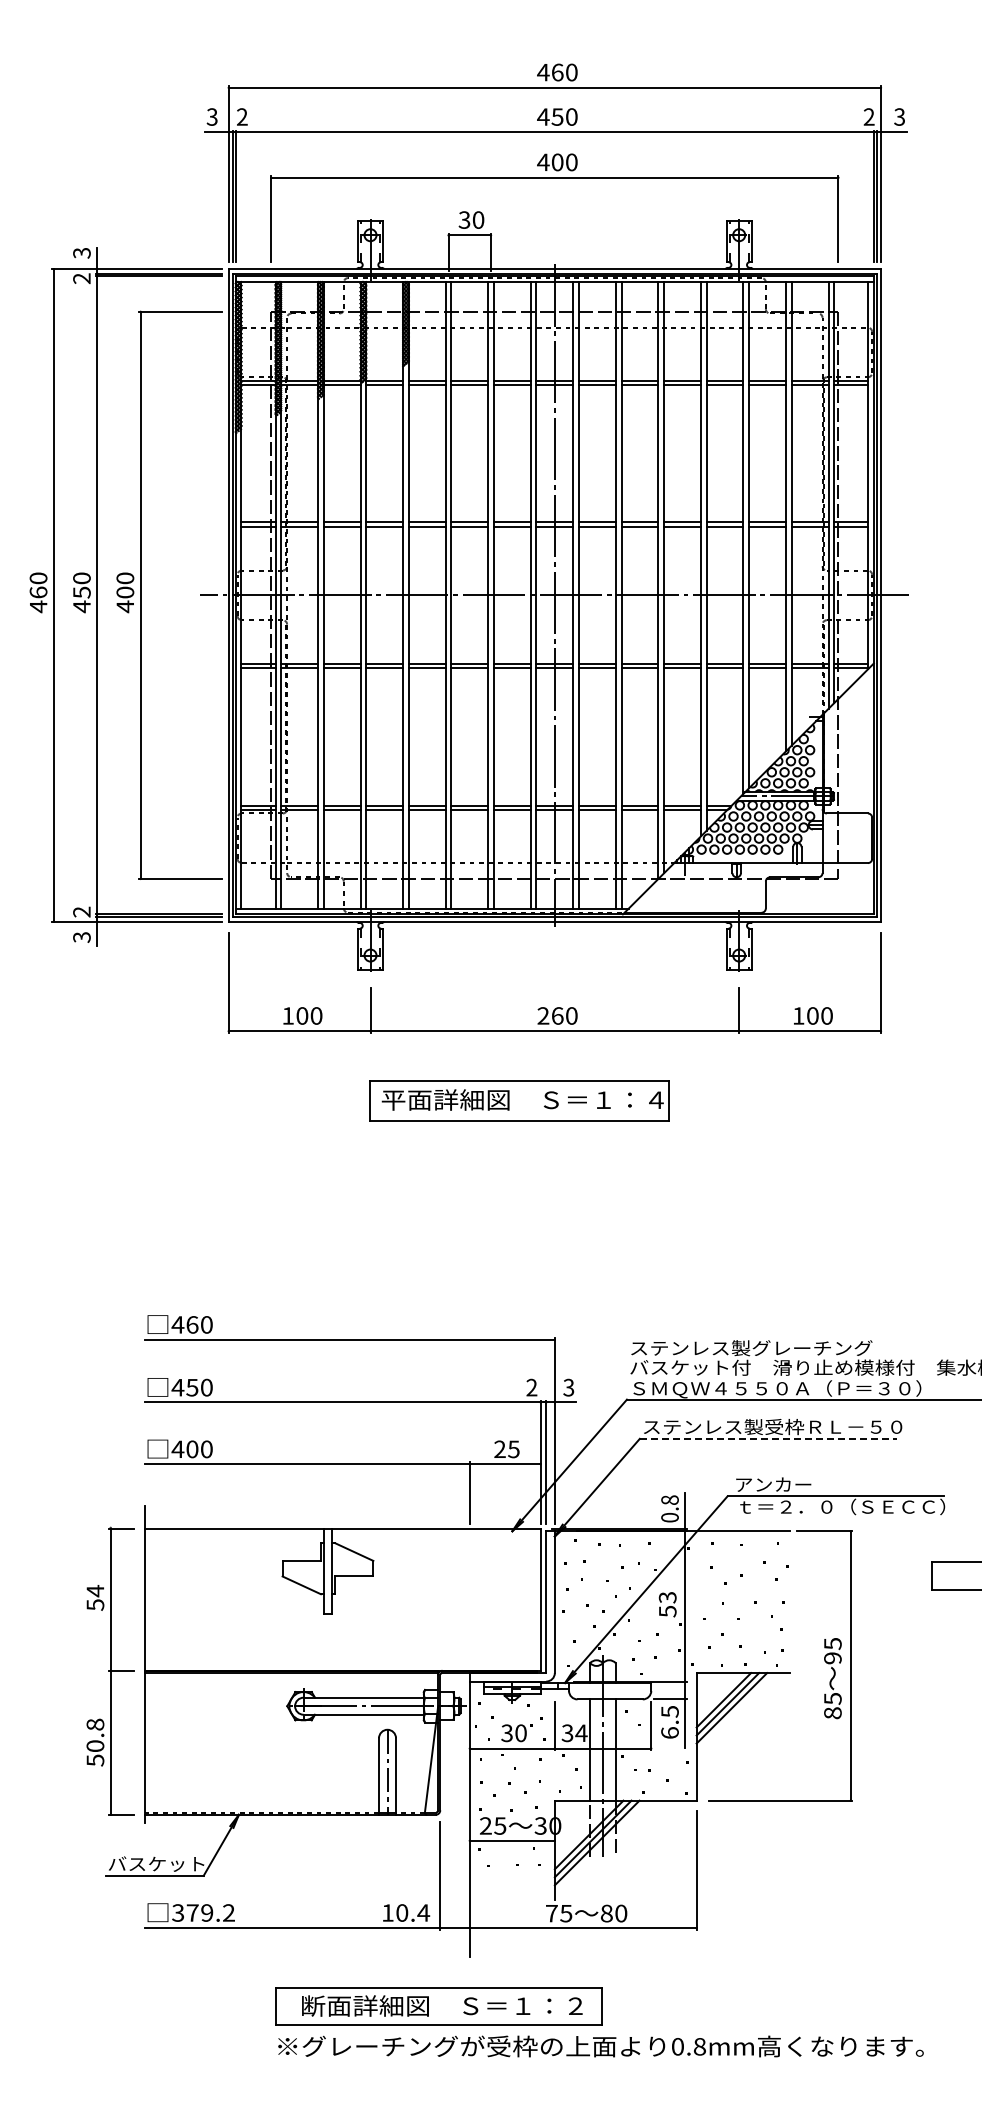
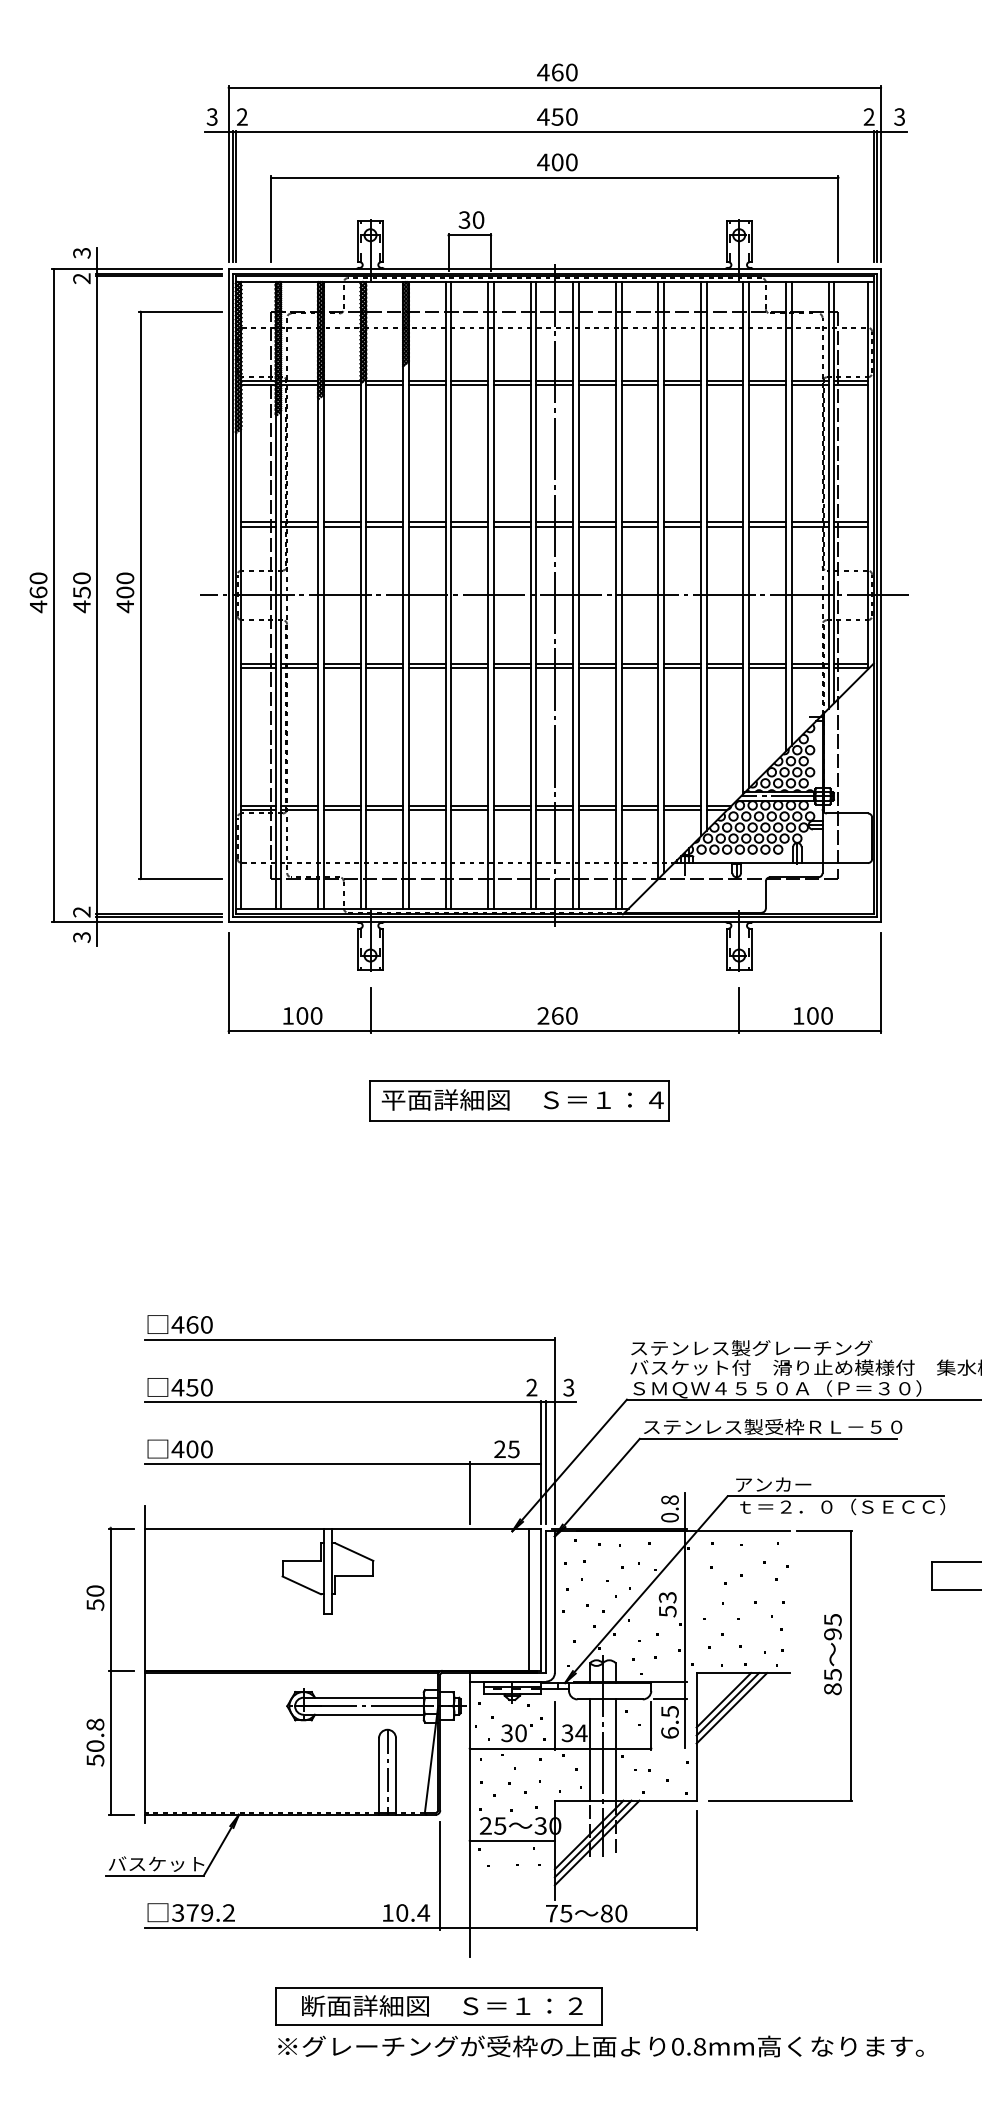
line at (768, 1438): dashed -> solid
text at (95, 1590): 54 -> 50
line at (529, 1599): none -> present
text at (832, 1678) position: (832, 1678) -> (832, 1654)
